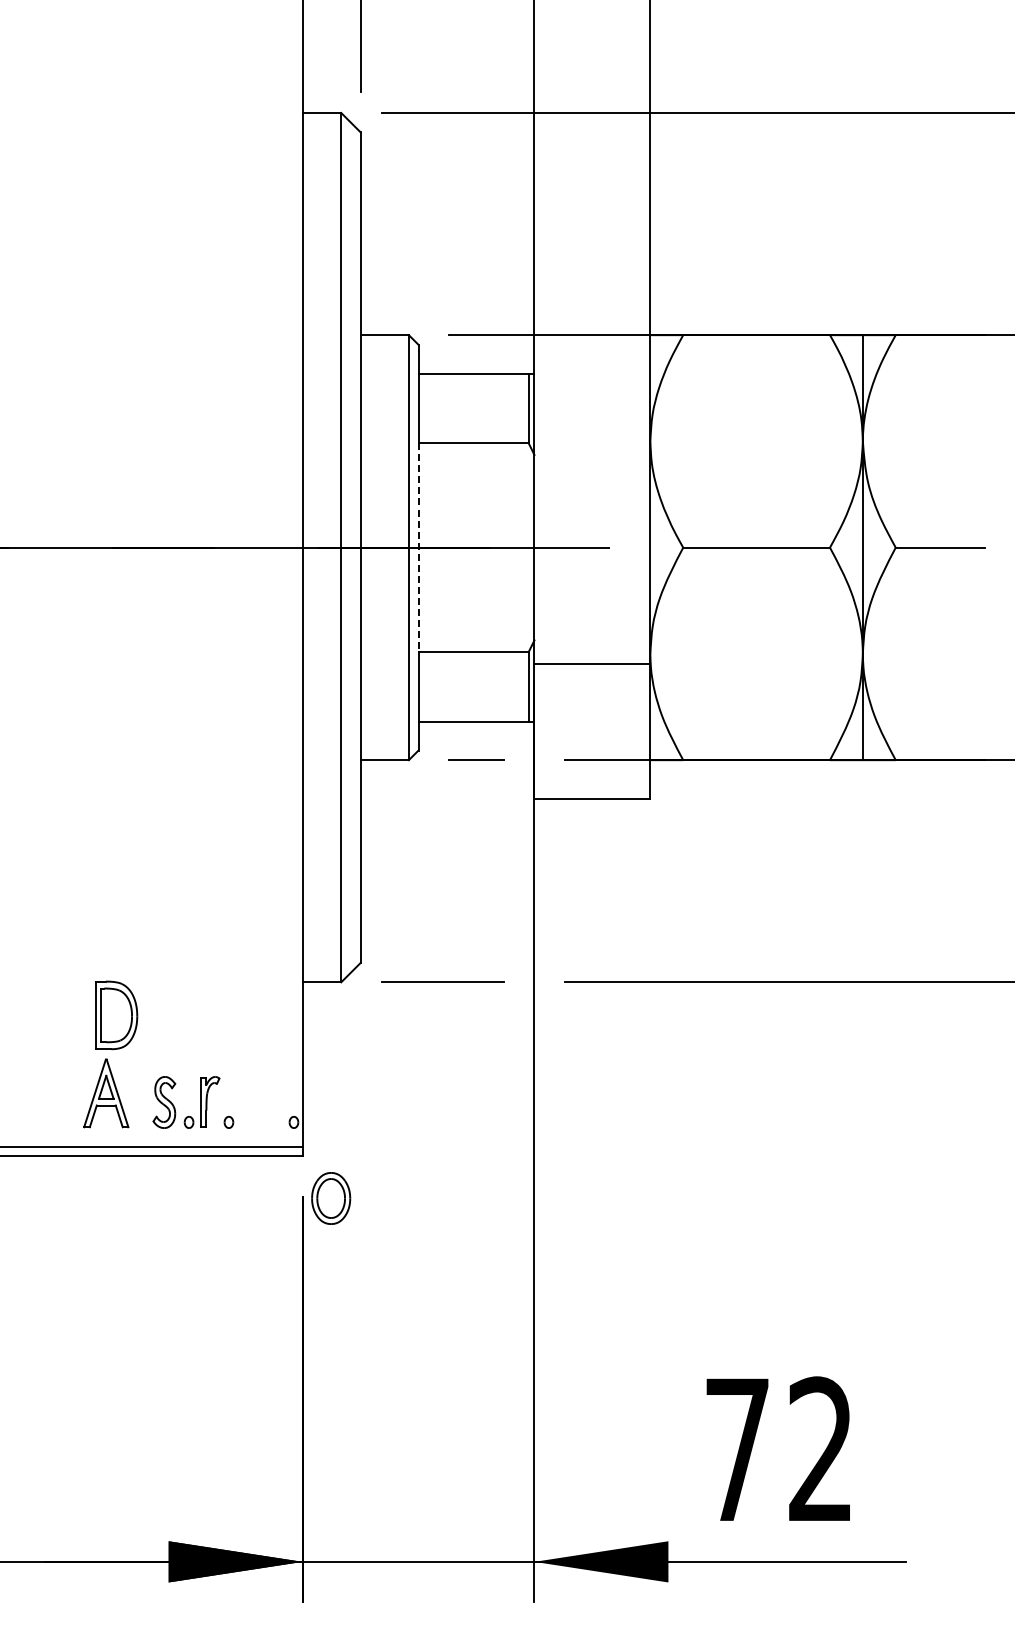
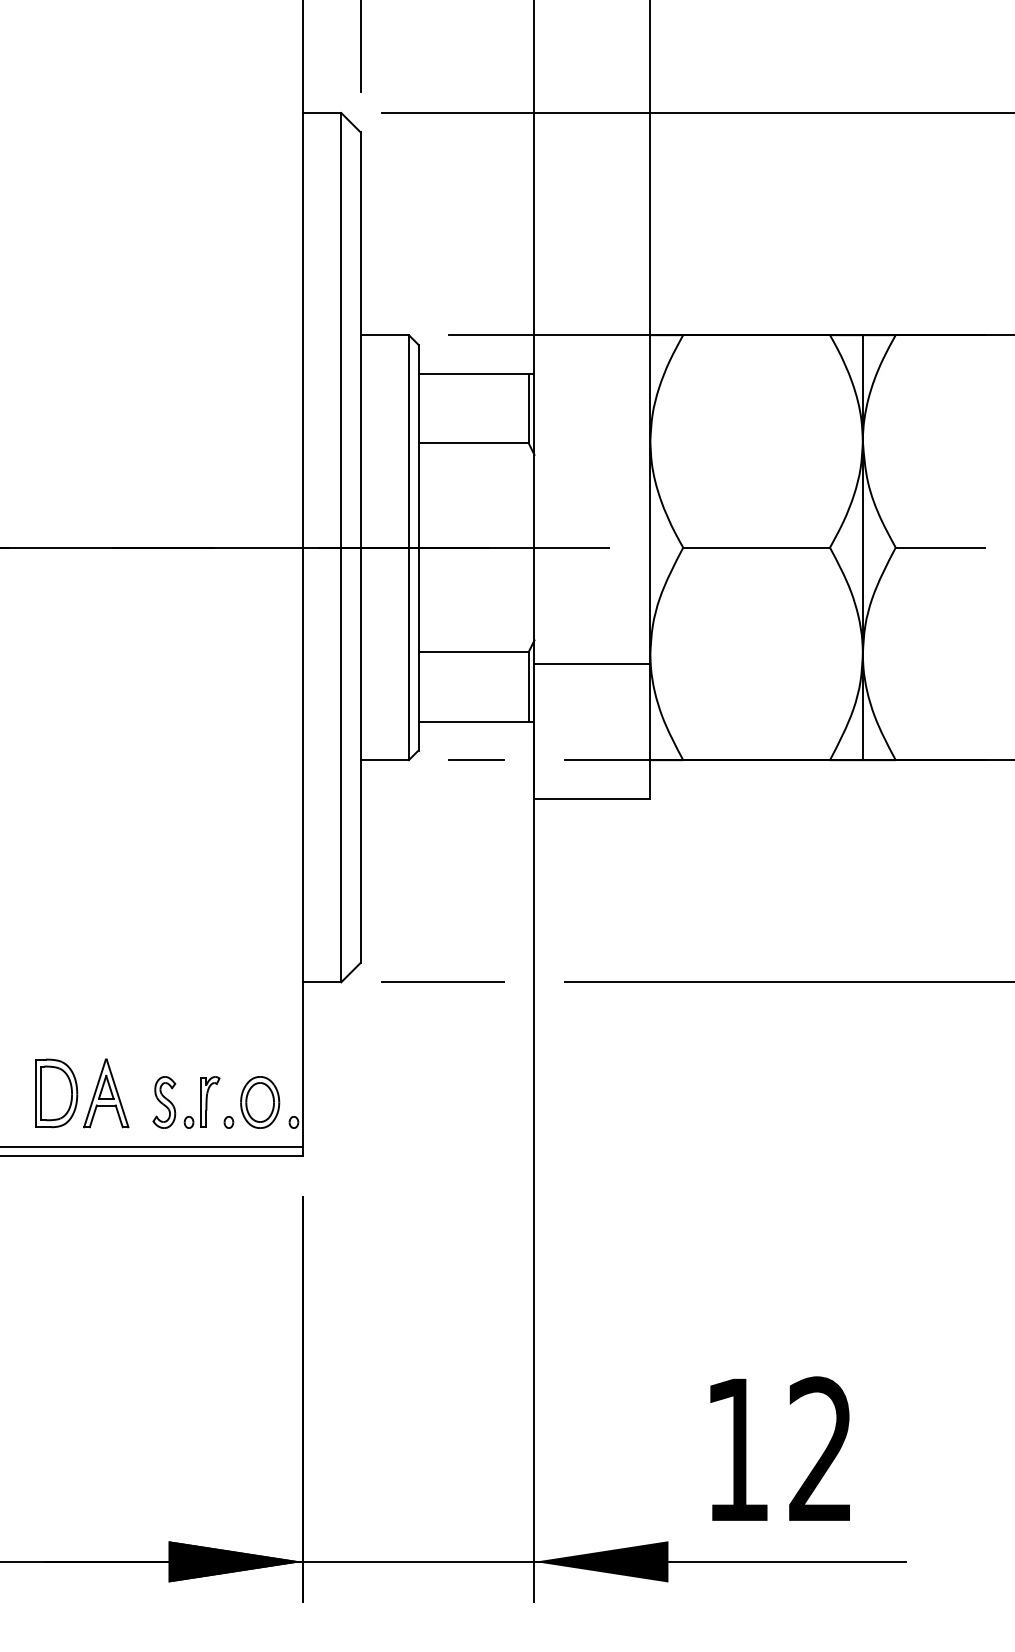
line at (418, 548): dashed -> solid
part at (116, 1015) position: (116, 1015) -> (56, 1093)
part at (331, 1198) position: (331, 1198) -> (260, 1102)
text at (737, 1449): 72 -> 12
